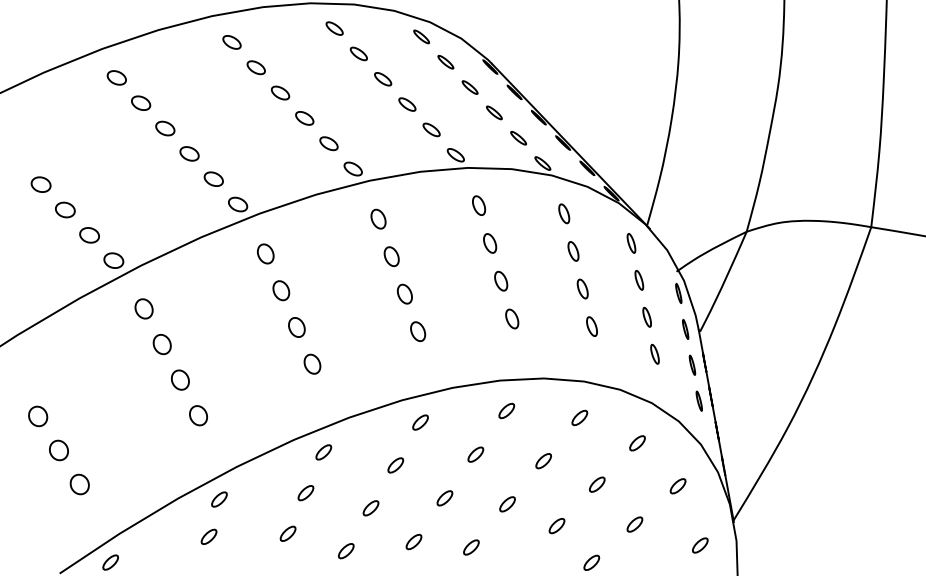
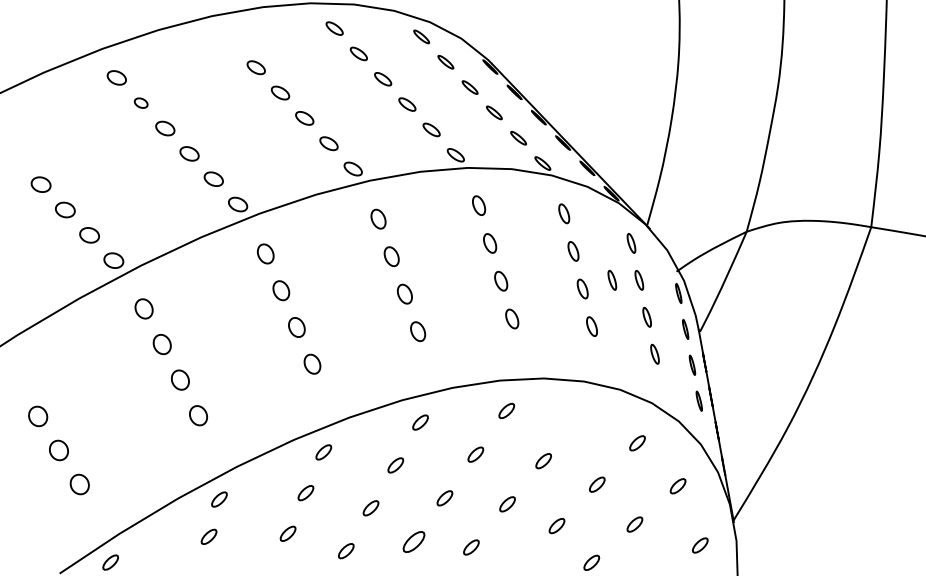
part at (231, 42): present -> none
part at (141, 102) size: 21x16 px -> 16x12 px
part at (612, 280): none -> present
part at (579, 417): present -> none
part at (413, 541) size: 18x18 px -> 24x22 px
